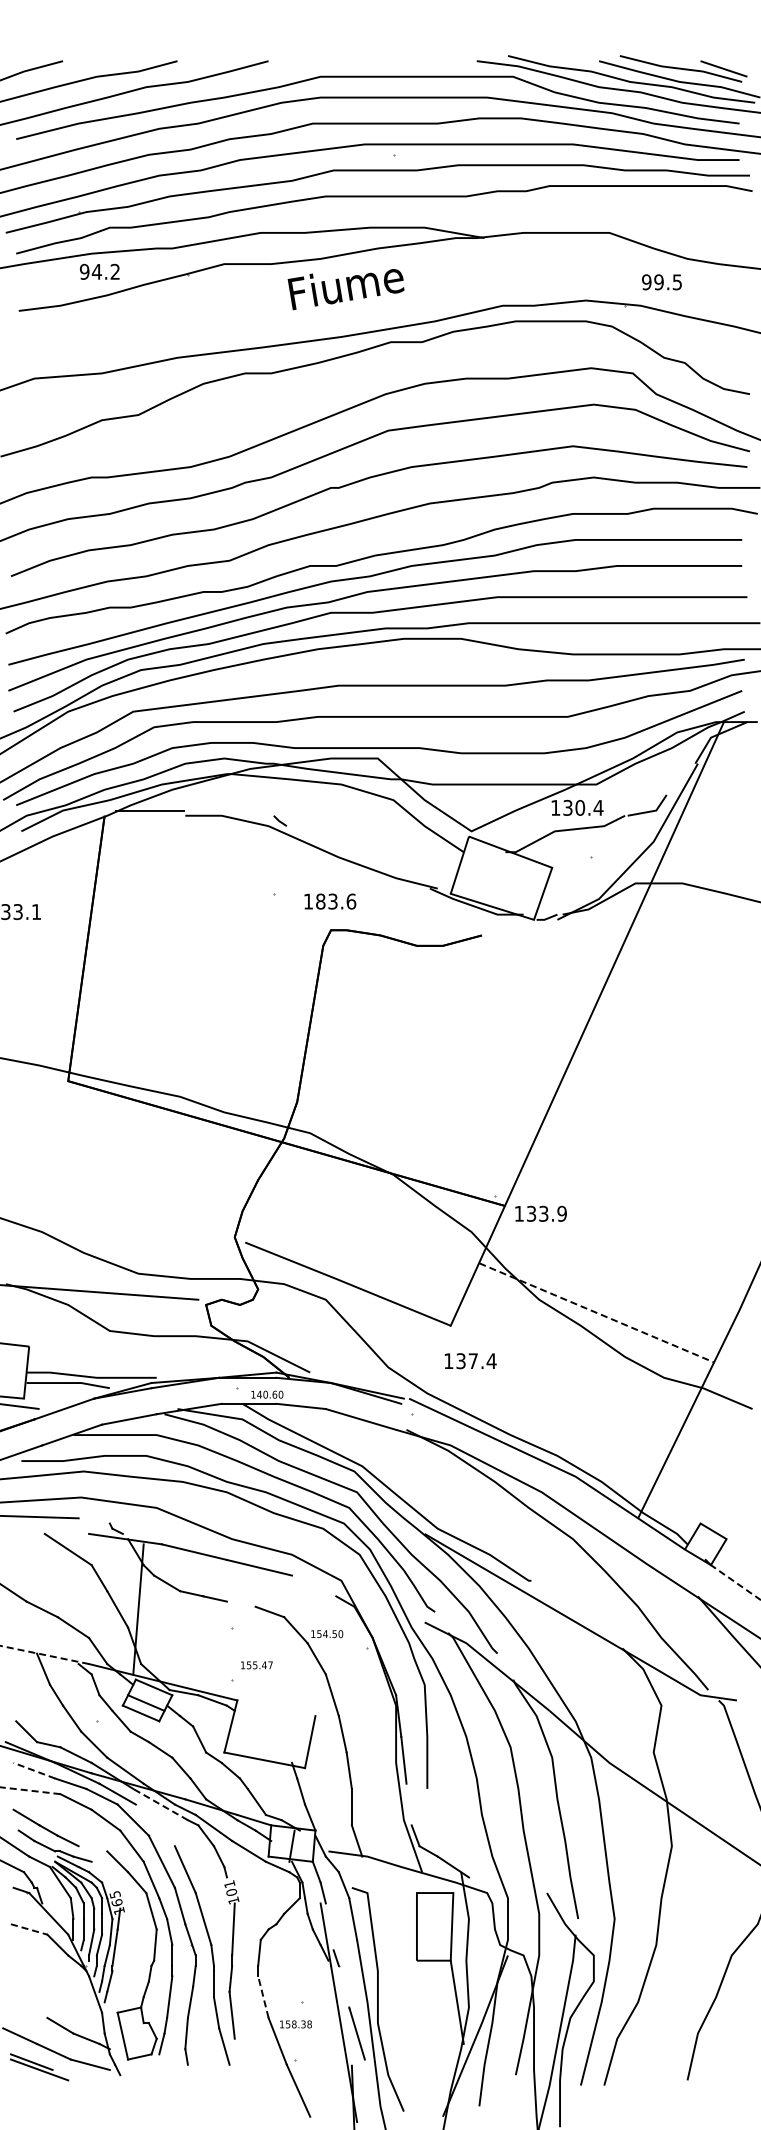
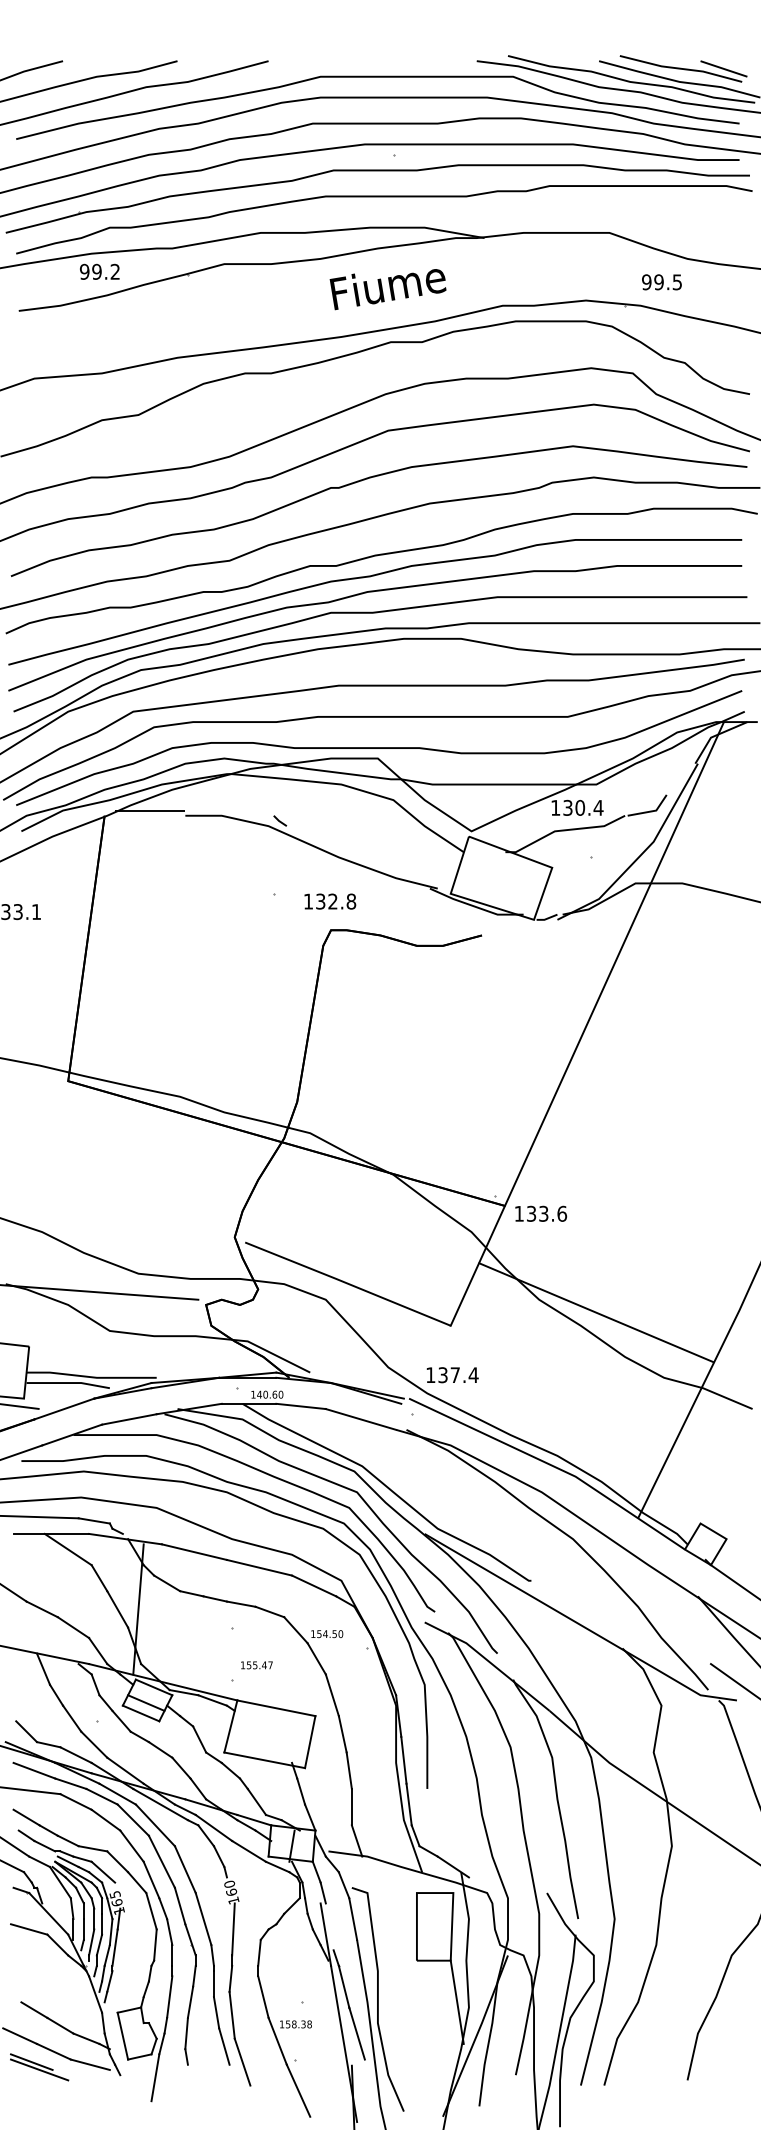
text at (96, 271): 94.2 -> 99.2
text at (345, 289) position: (345, 289) -> (387, 289)
text at (336, 901): 183.6 -> 132.8
text at (562, 1213): 133.9 -> 133.6
line at (596, 1312): dashed -> solid
text at (470, 1361) position: (470, 1361) -> (452, 1375)
line at (93, 1520): none -> present
line at (51, 1533): none -> present
line at (735, 1582): dashed -> solid
line at (314, 1585): none -> present
line at (240, 1603): none -> present
line at (44, 1654): dashed -> solid
line at (733, 1680): none -> present
line at (276, 1708): none -> present
line at (33, 1770): dashed -> solid
line at (29, 1790): dashed -> solid
line at (160, 1804): dashed -> solid
line at (408, 1804): none -> present
line at (154, 1825): none -> present
line at (92, 1848): none -> present
line at (103, 1871): none -> present
text at (230, 1887): 101 -> 160
line at (29, 1929): dashed -> solid
line at (343, 1986): none -> present
line at (263, 1996): dashed -> solid
line at (34, 2009): none -> present
line at (242, 2061): none -> present
line at (155, 2077): none -> present
